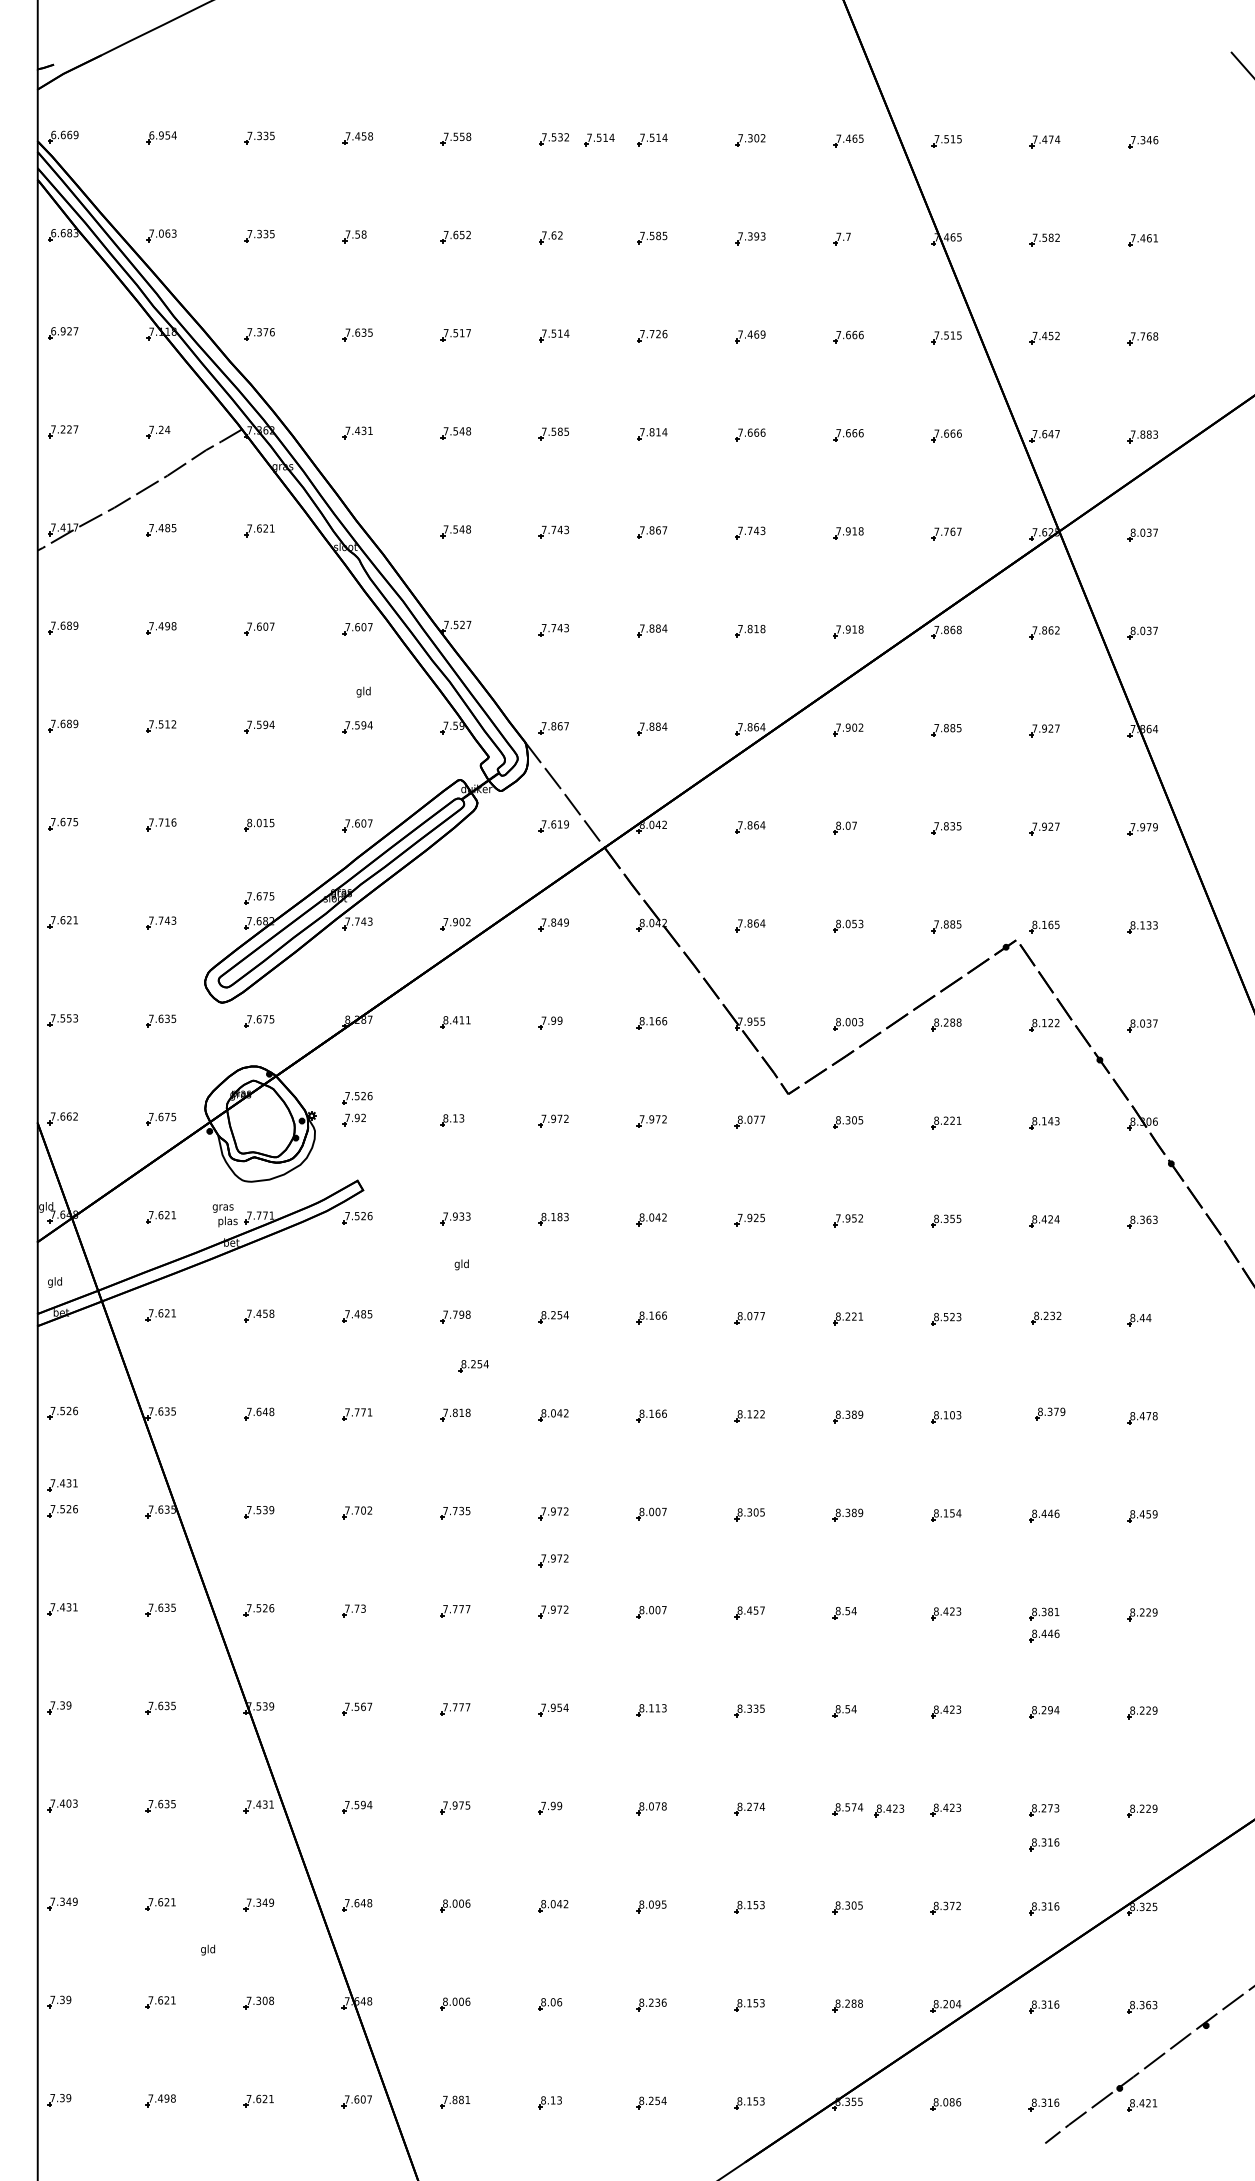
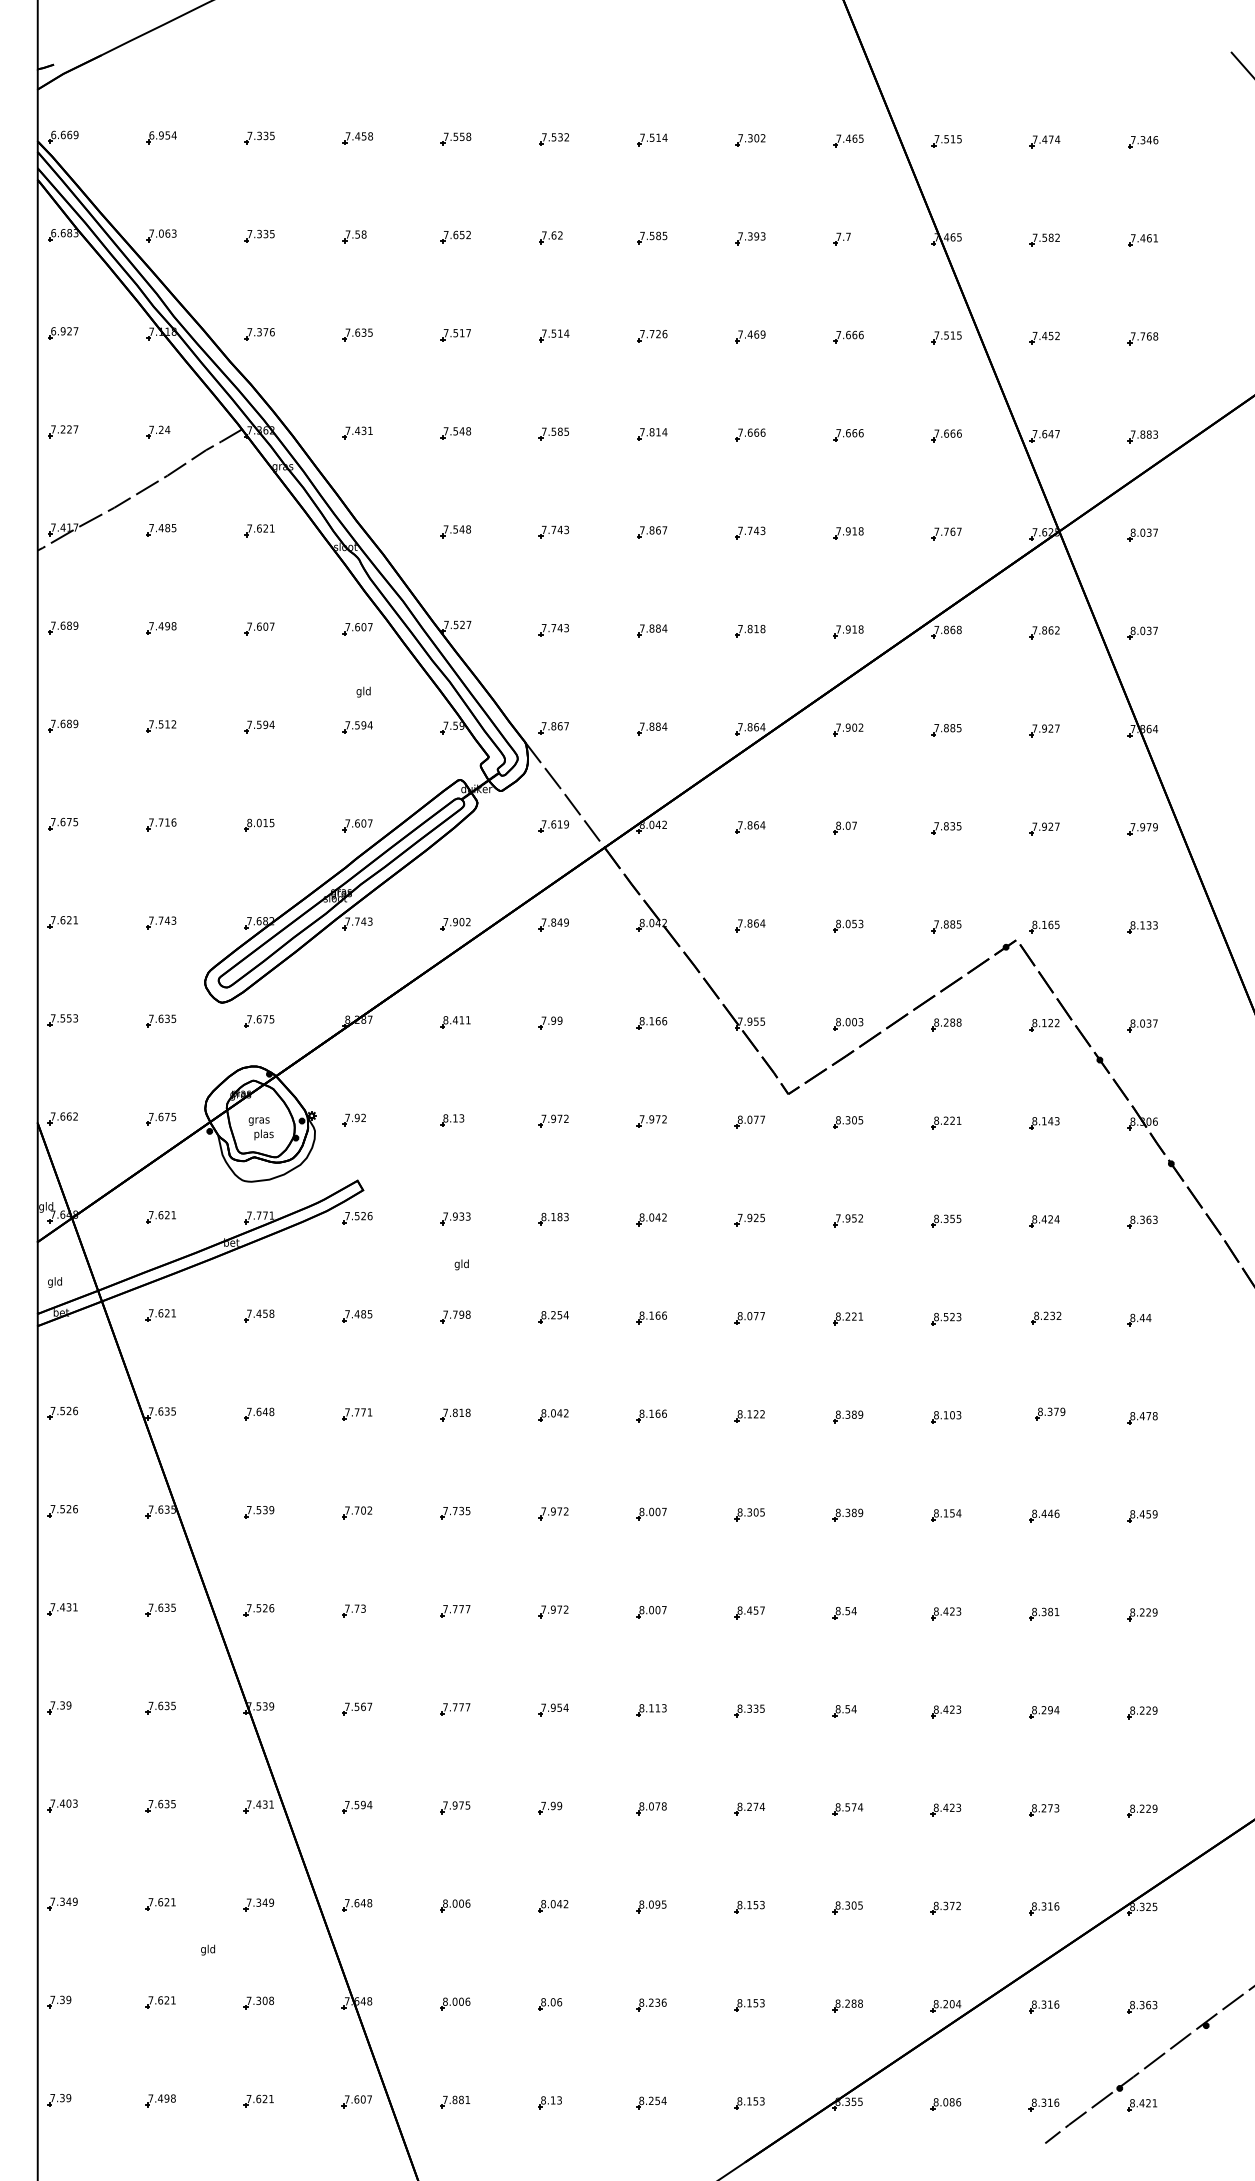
part at (599, 139): present -> none
part at (259, 898): present -> none
part at (357, 1098): present -> none
text at (224, 1215) position: (224, 1215) -> (260, 1128)
part at (473, 1366): present -> none
part at (62, 1485): present -> none
part at (553, 1560): present -> none
part at (1044, 1635): present -> none
part at (889, 1810): present -> none
part at (1044, 1844): present -> none
